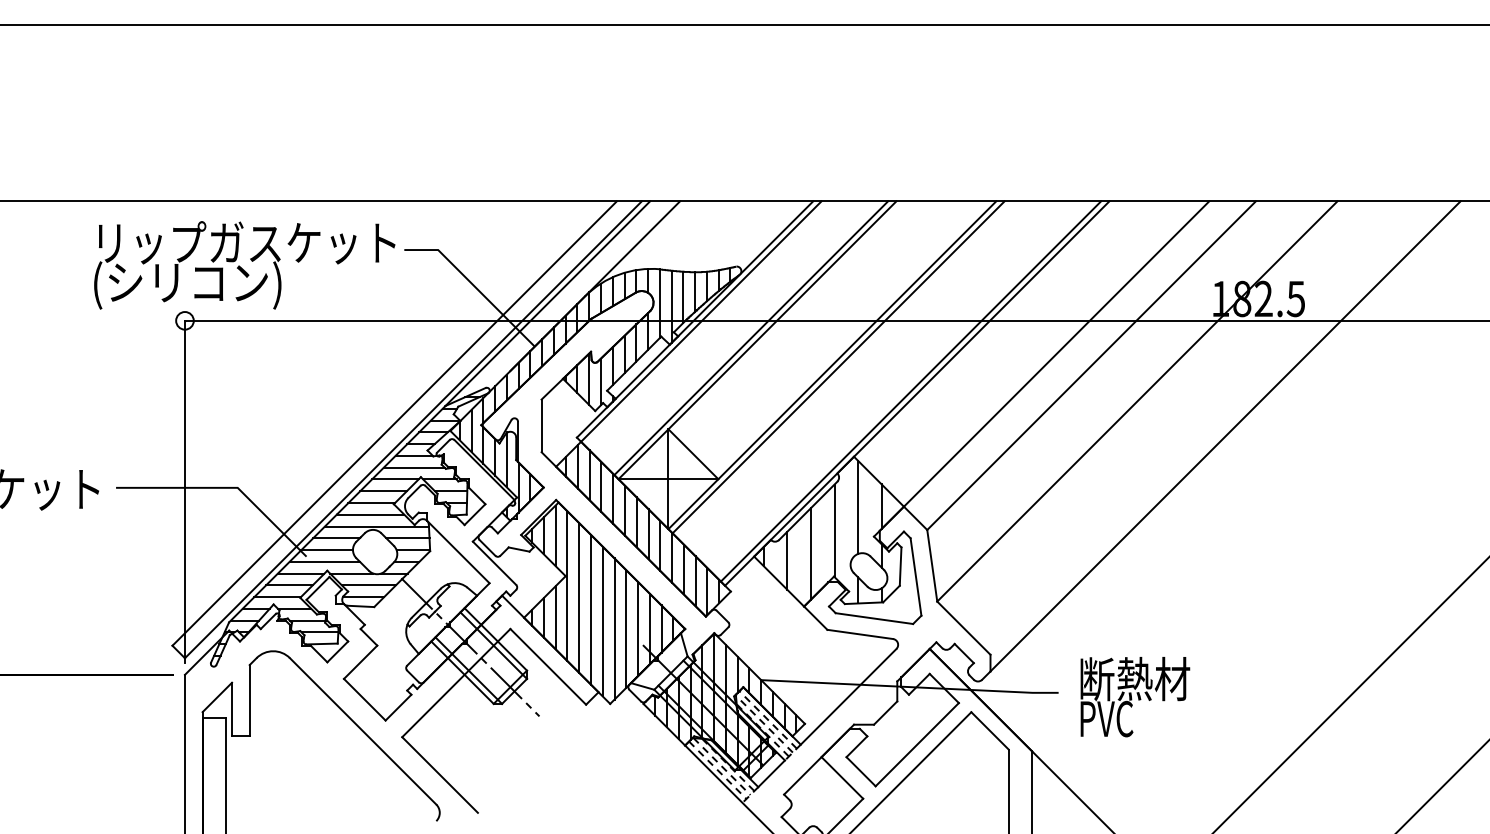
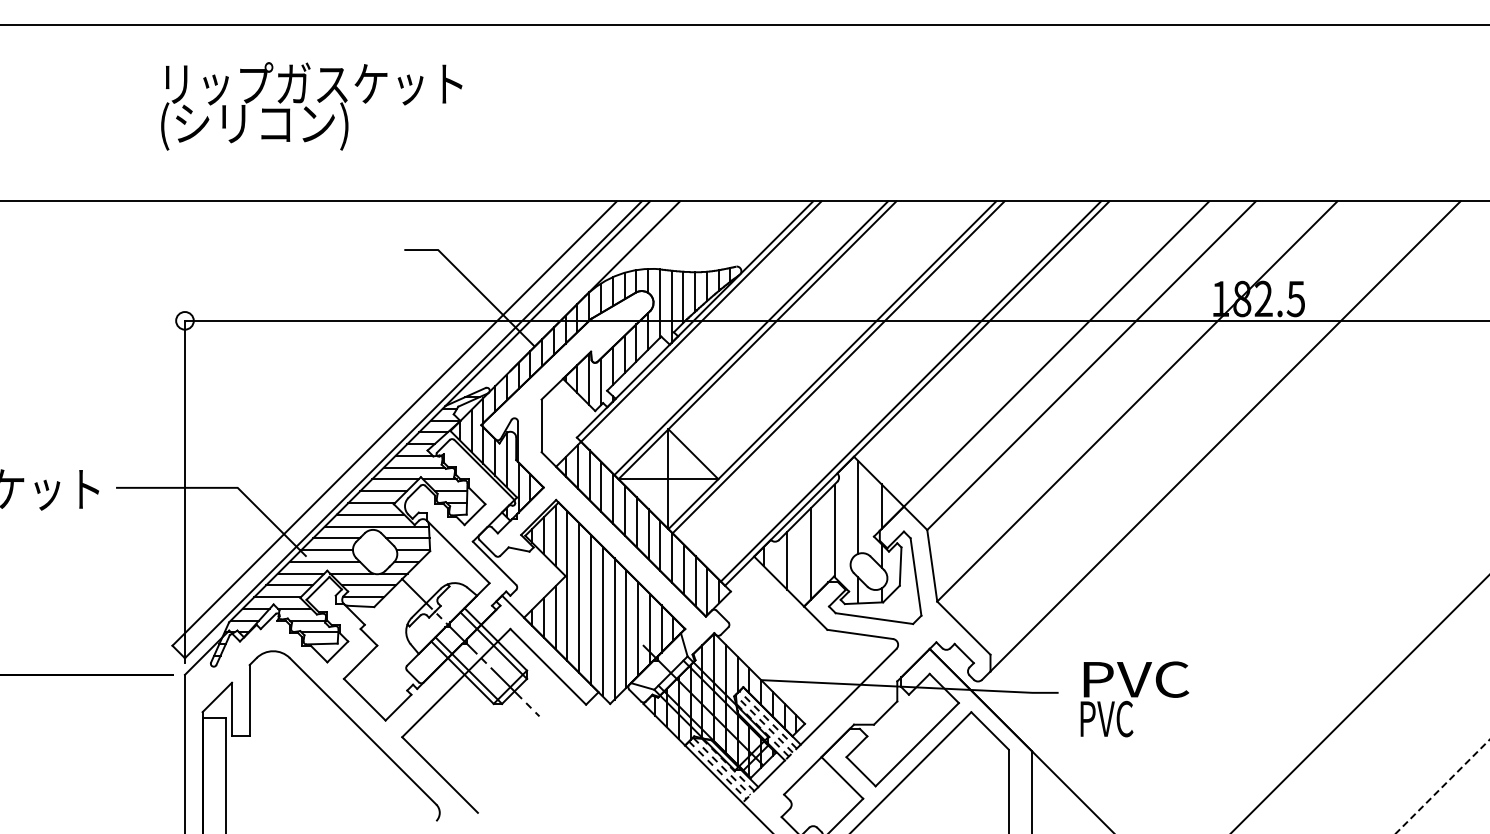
text at (244, 265) position: (244, 265) -> (311, 106)
text at (1135, 678): 断熱材 -> PVC
line at (1350, 694) position: (1350, 694) -> (1359, 703)
line at (1443, 786): solid -> dashed
